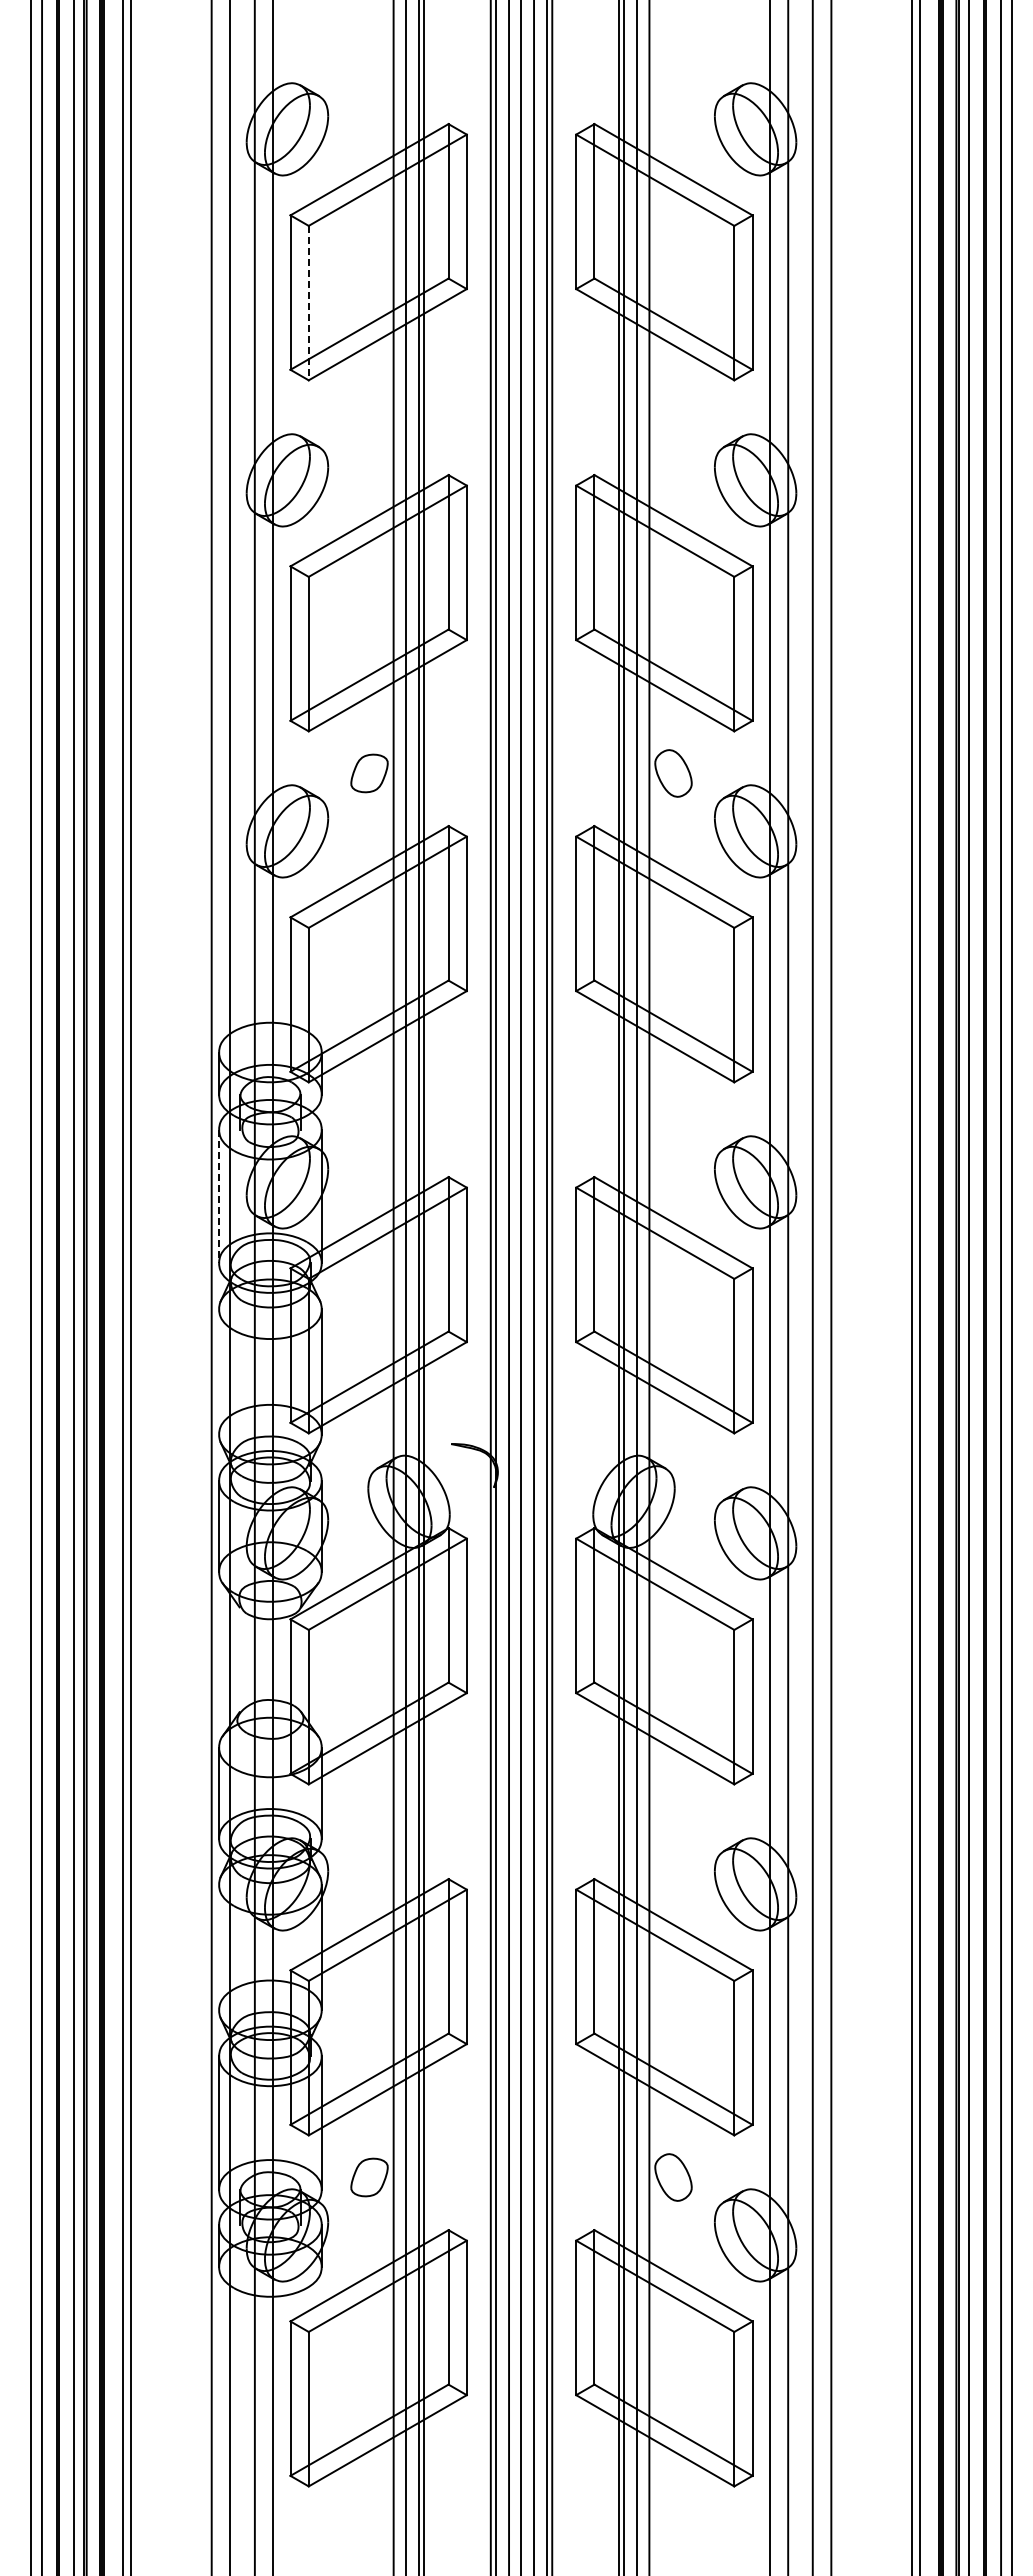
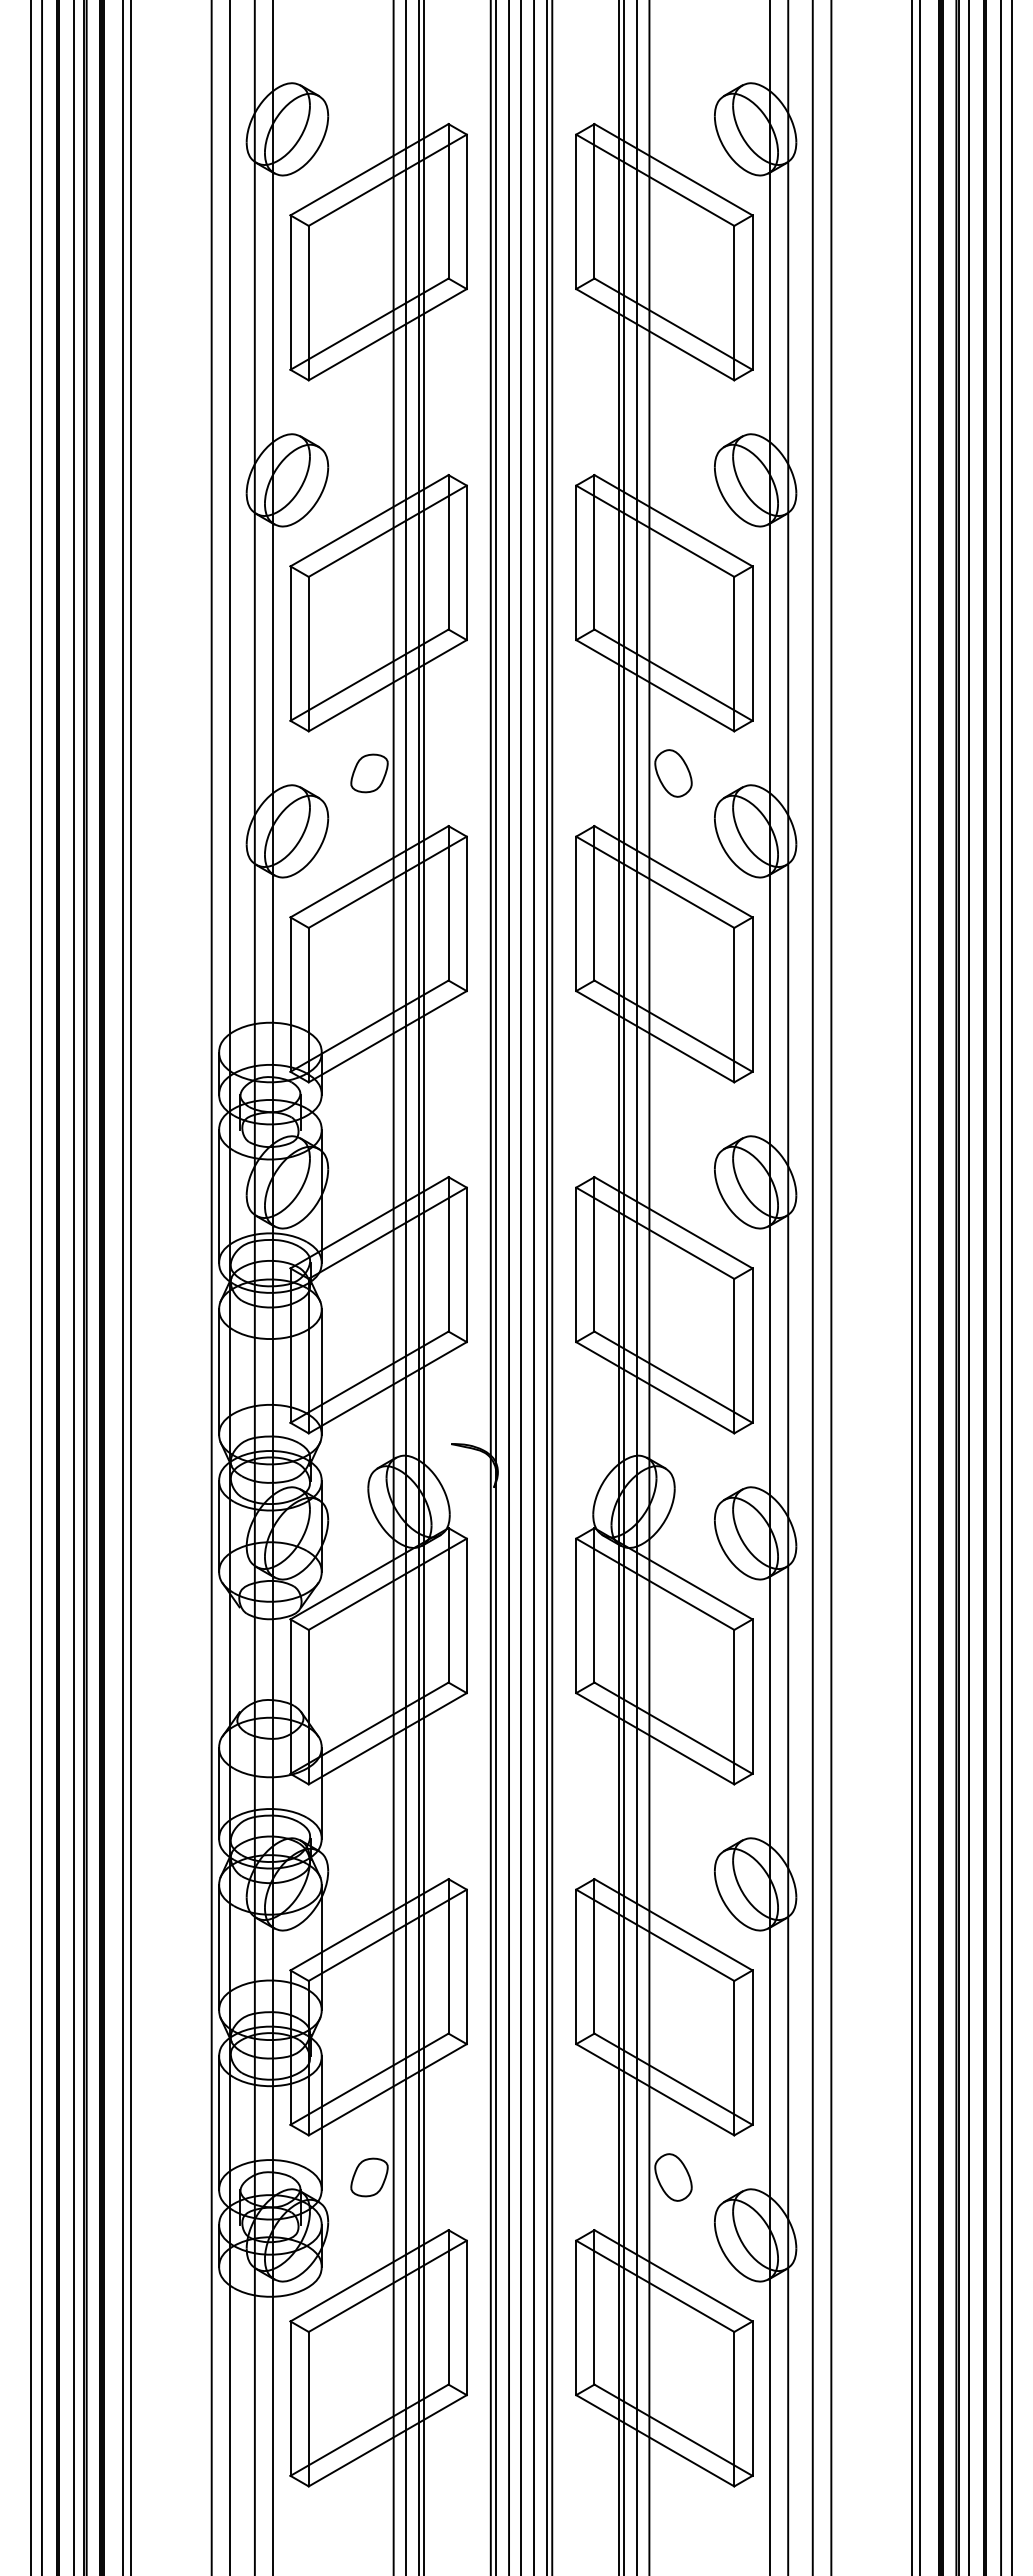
line at (308, 303): dashed -> solid
line at (218, 1196): dashed -> solid
line at (218, 1371): none -> present
line at (218, 1947): none -> present
